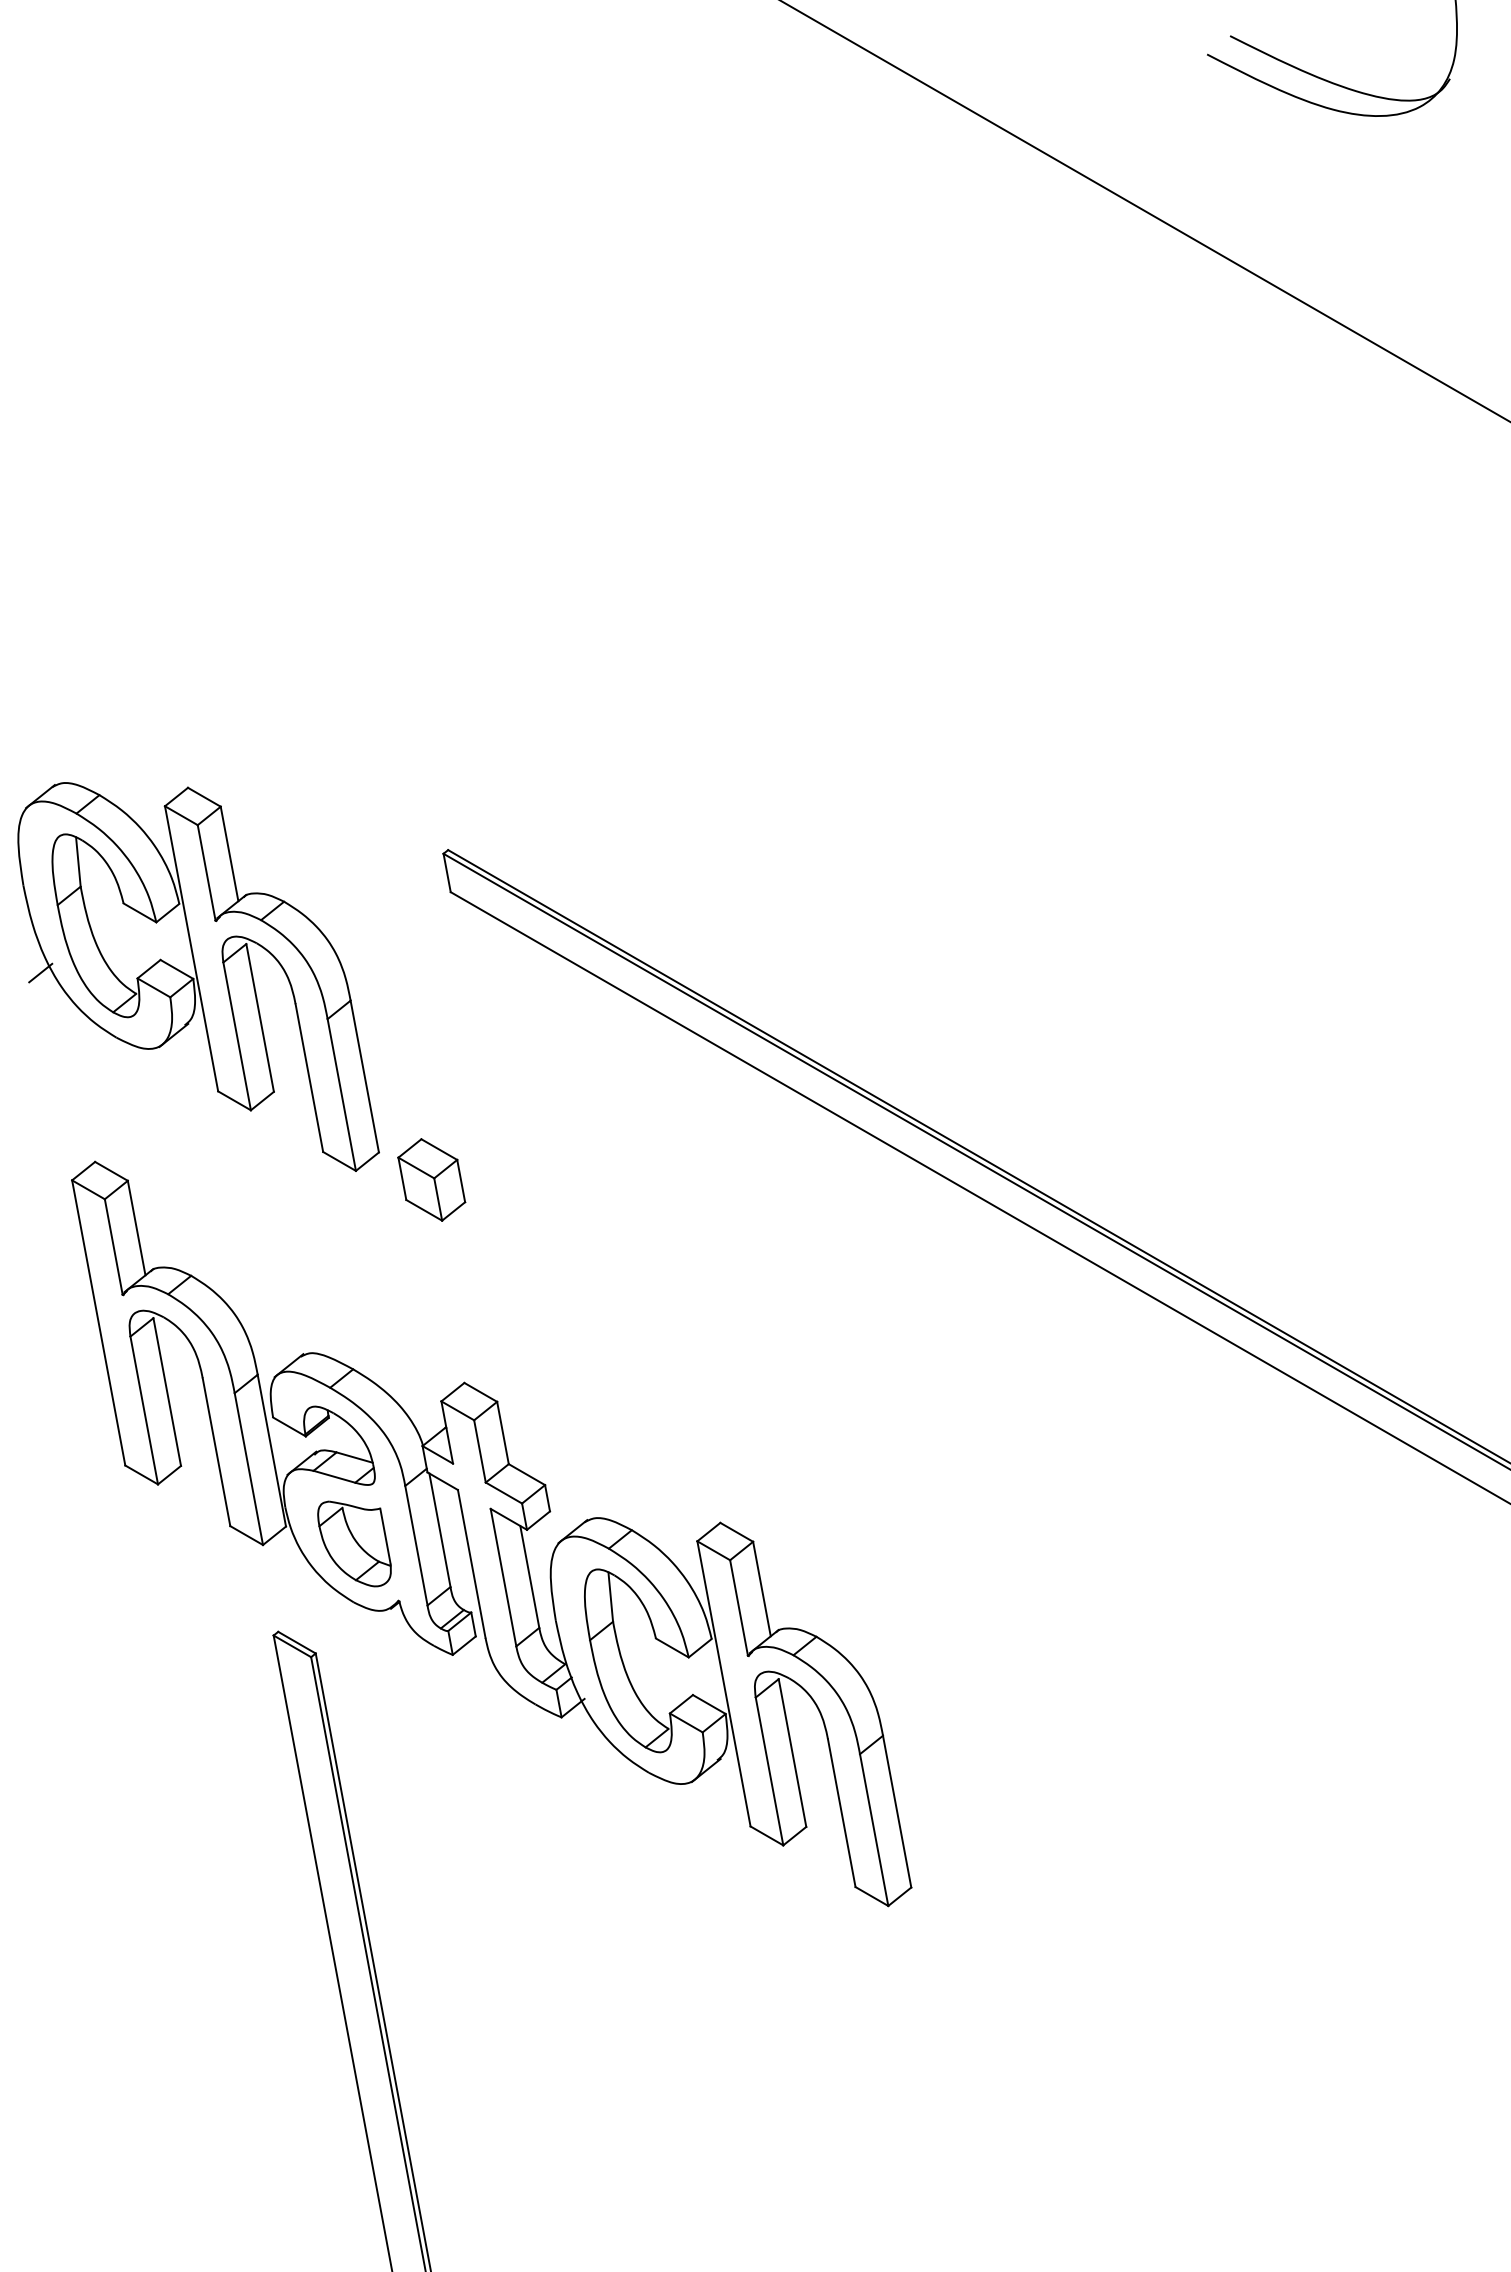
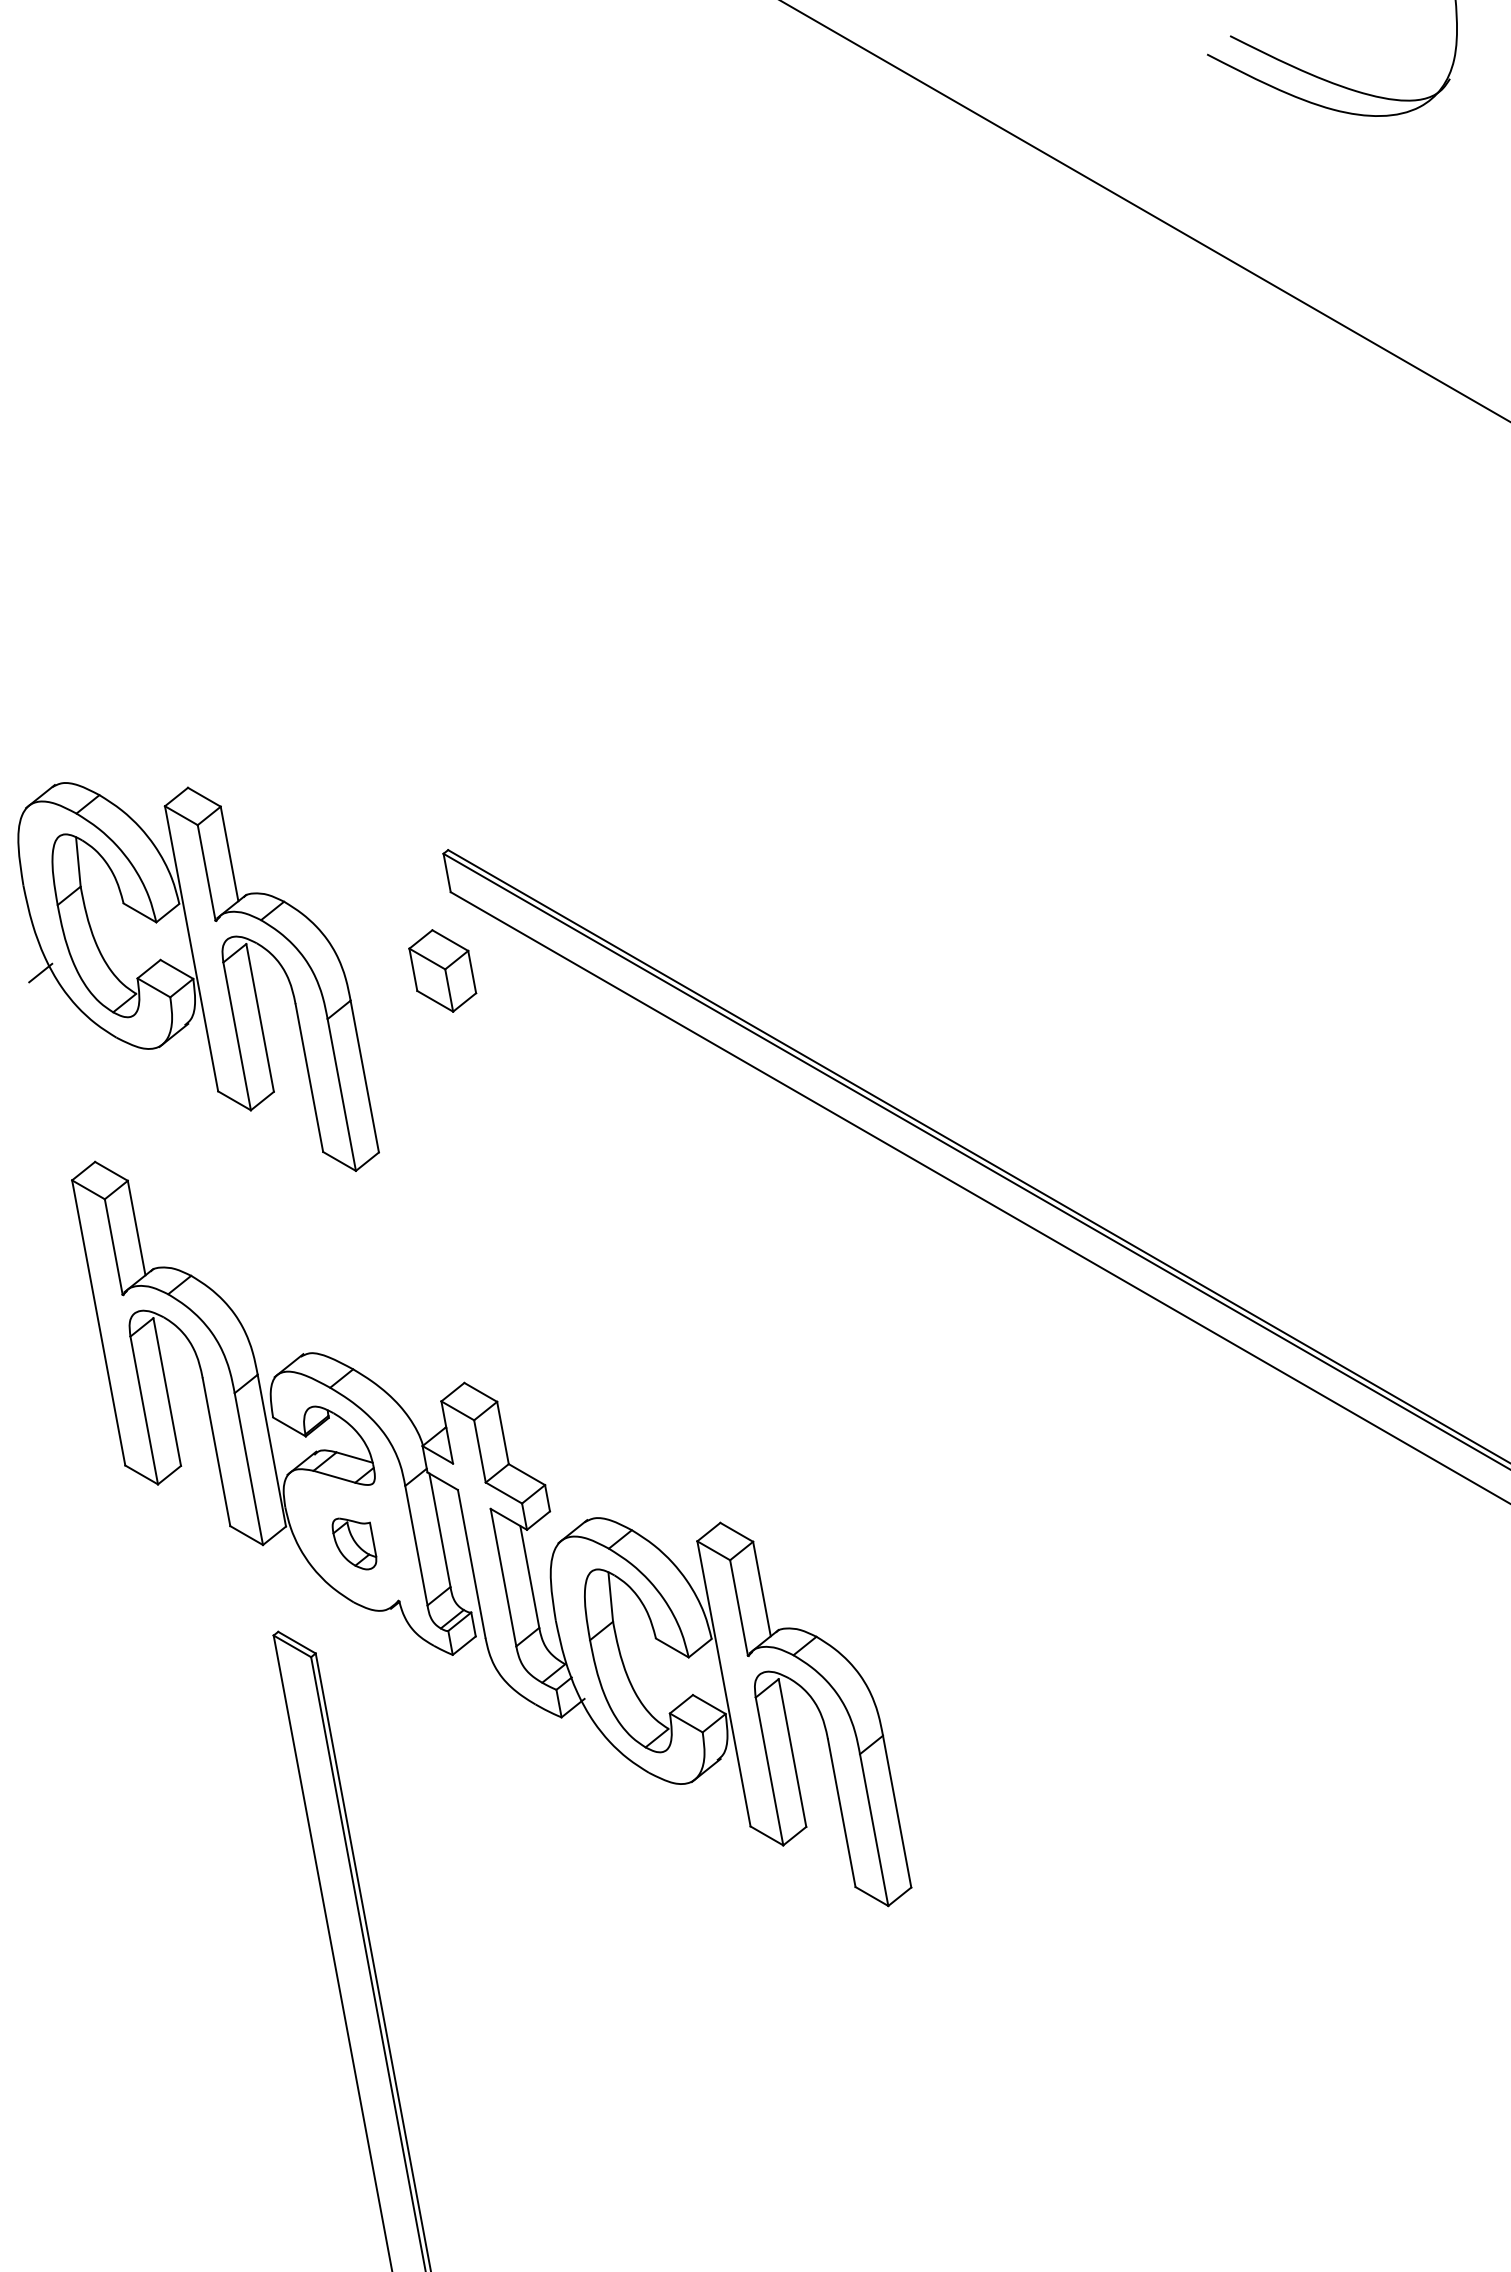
part at (431, 1179) position: (431, 1179) -> (442, 970)
part at (354, 1543) size: 75x88 px -> 47x54 px
